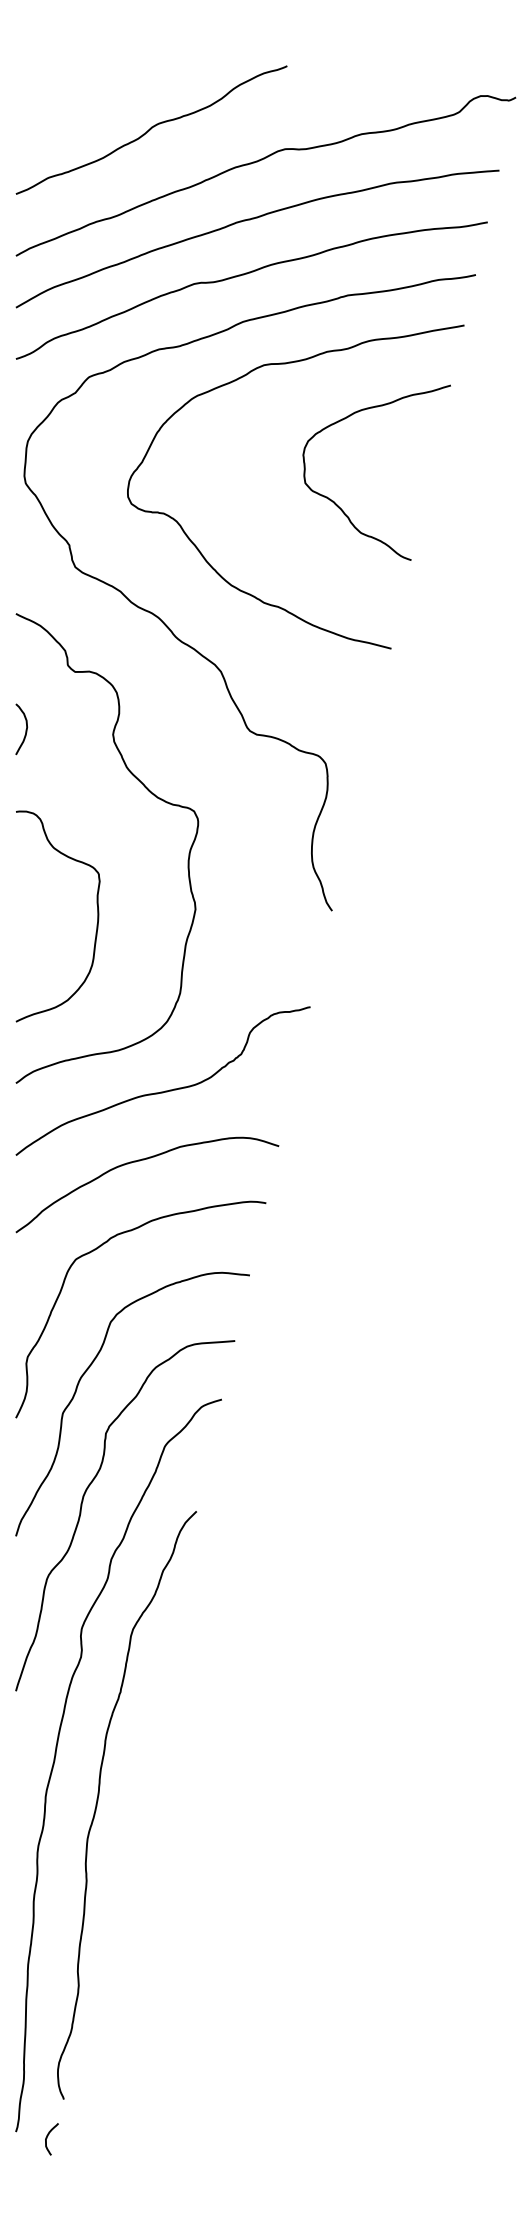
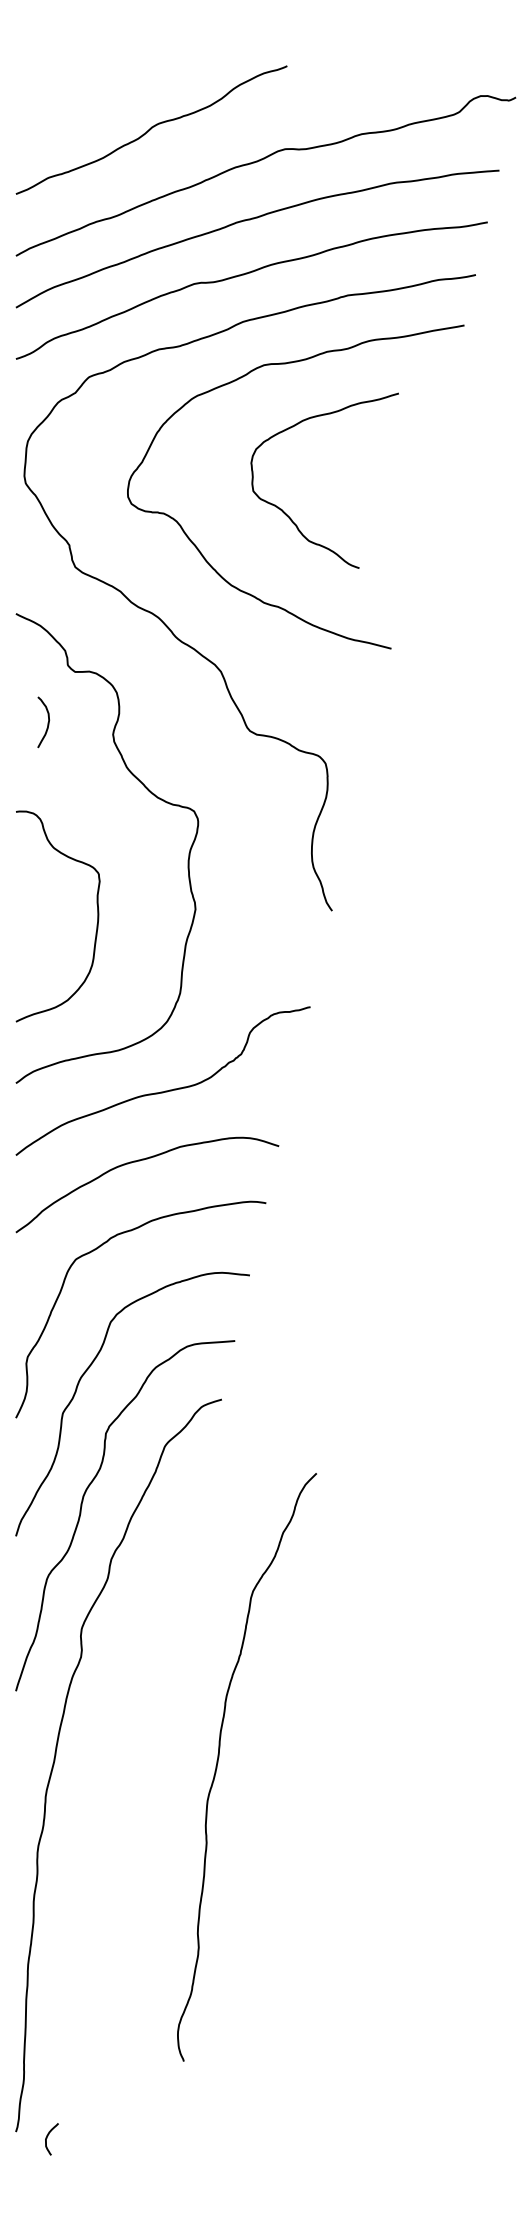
curve at (340, 507) position: (340, 507) -> (288, 515)
curve at (25, 729) position: (25, 729) -> (47, 722)
curve at (98, 1801) position: (98, 1801) -> (218, 1763)
